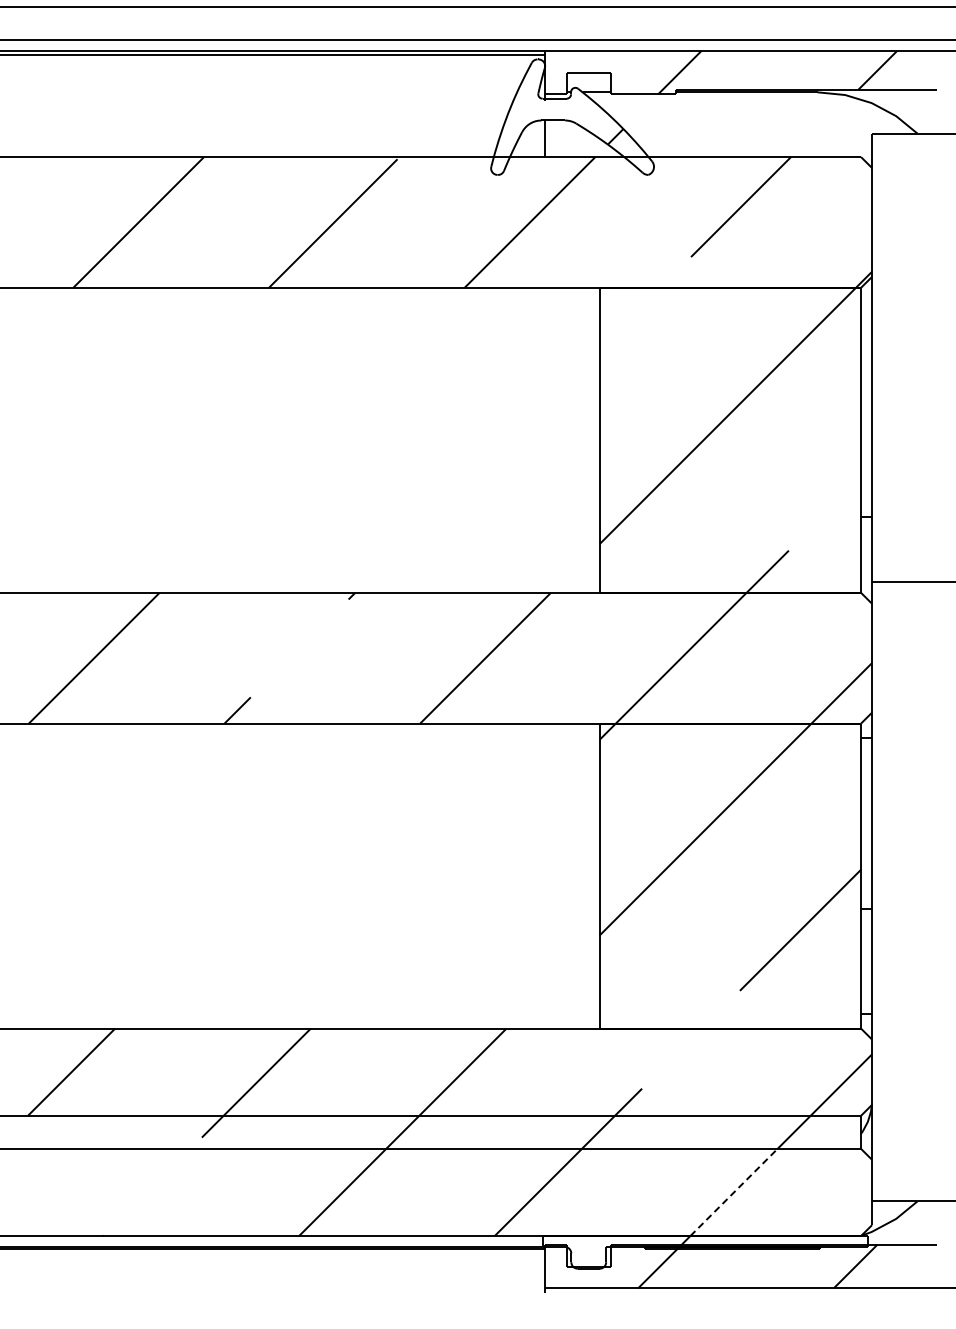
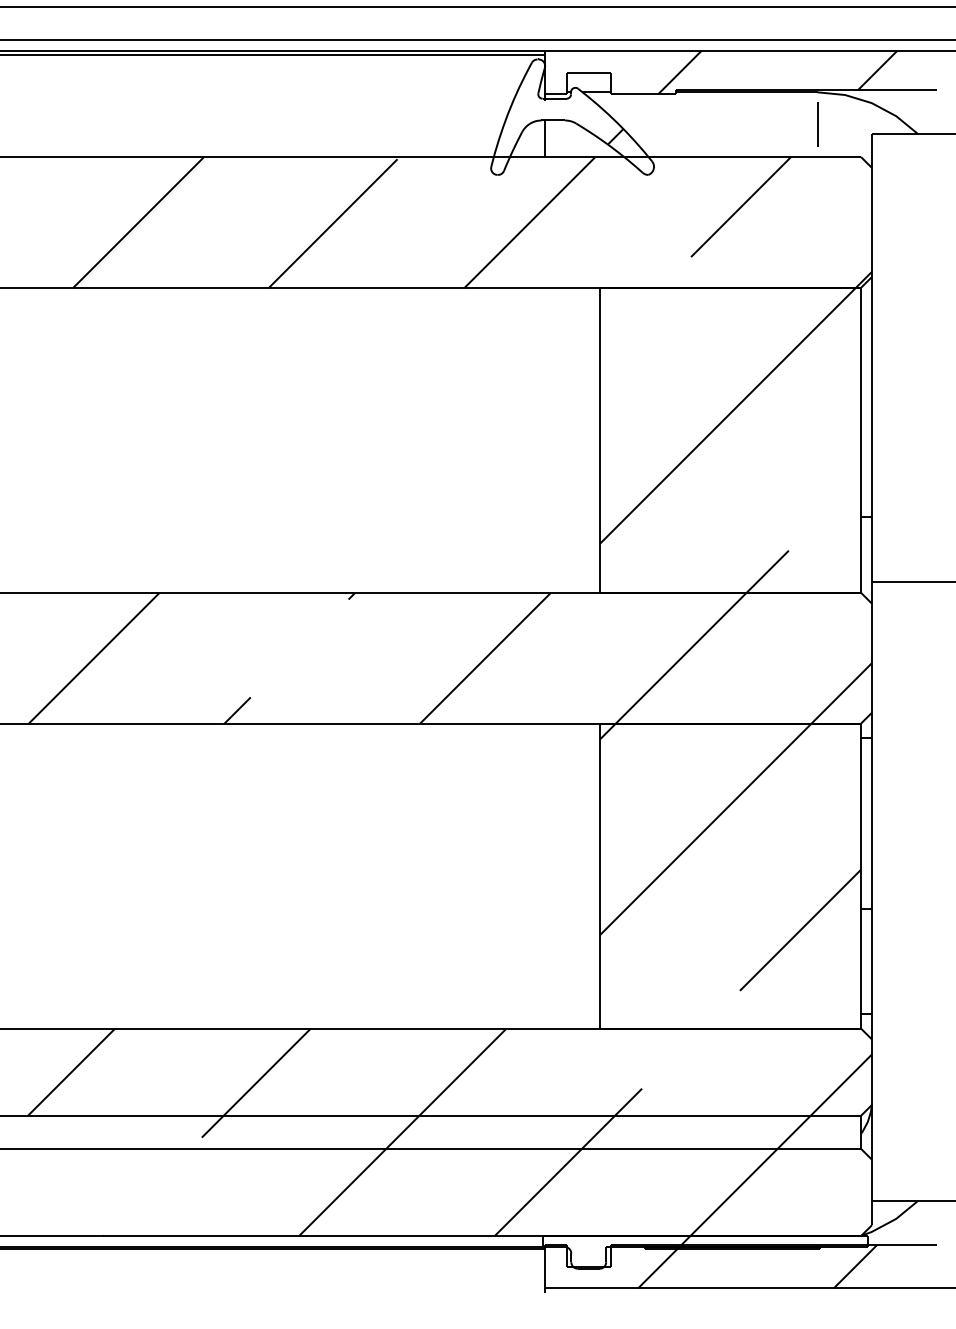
line at (817, 124): none -> present
line at (733, 1192): dashed -> solid
